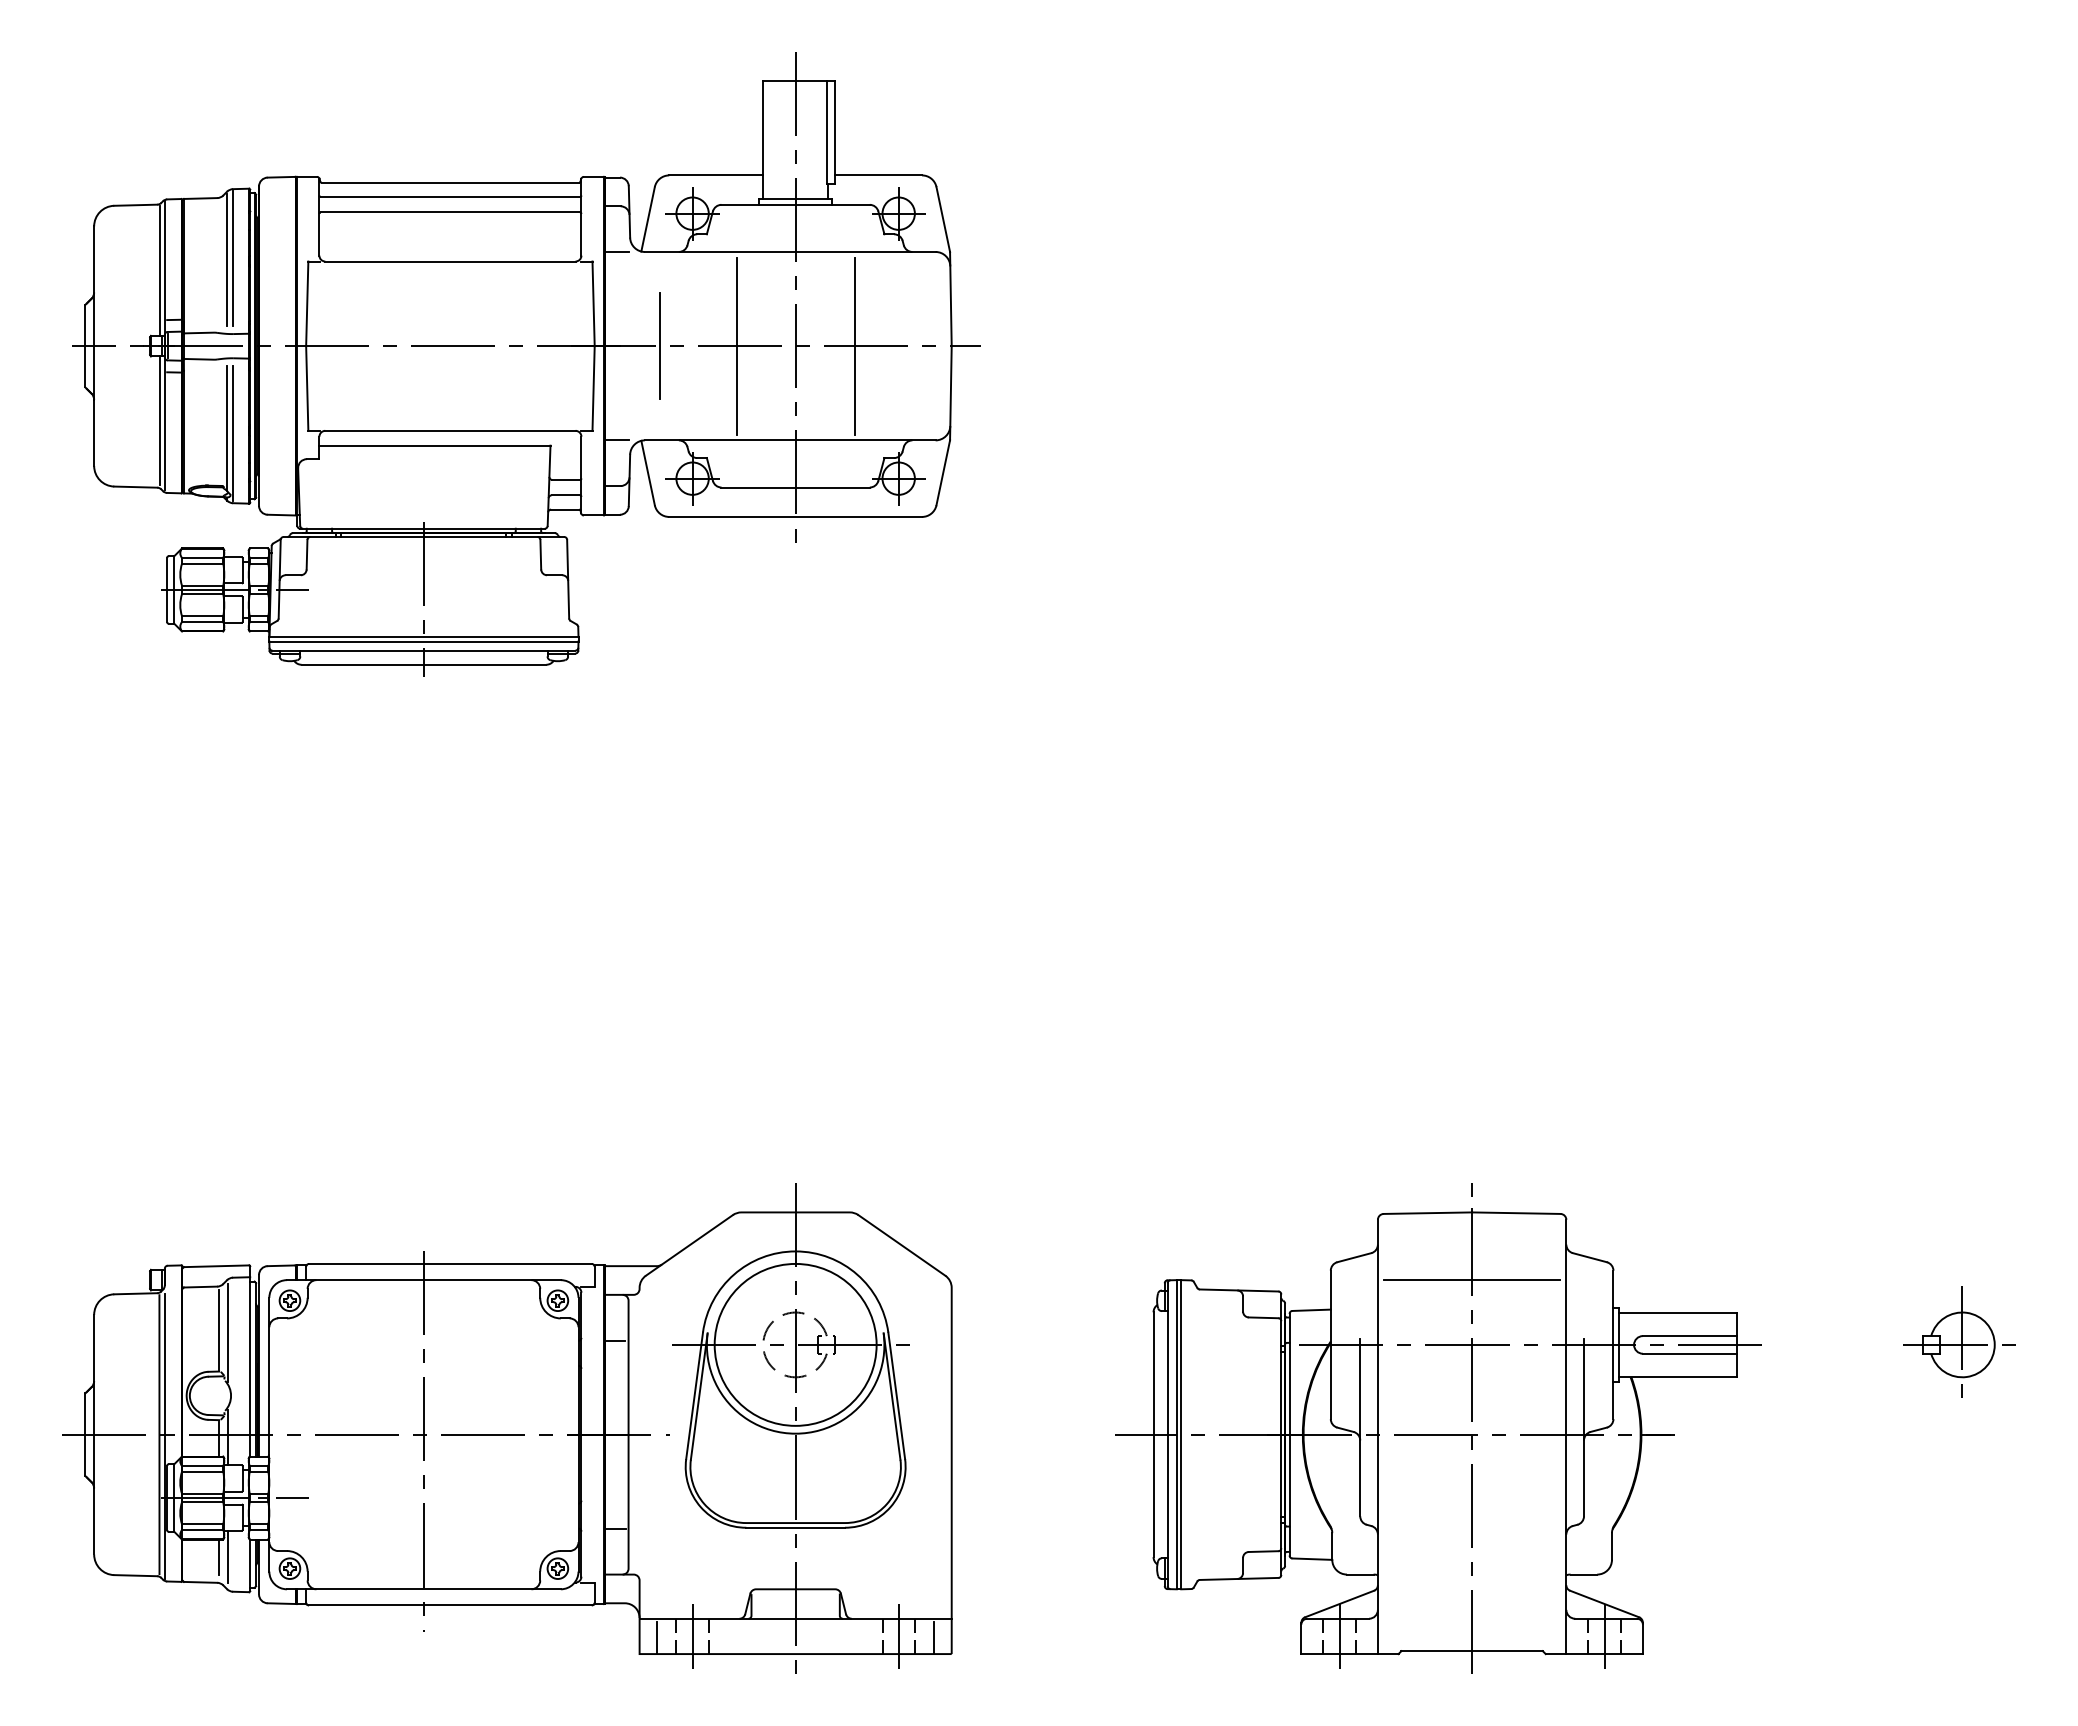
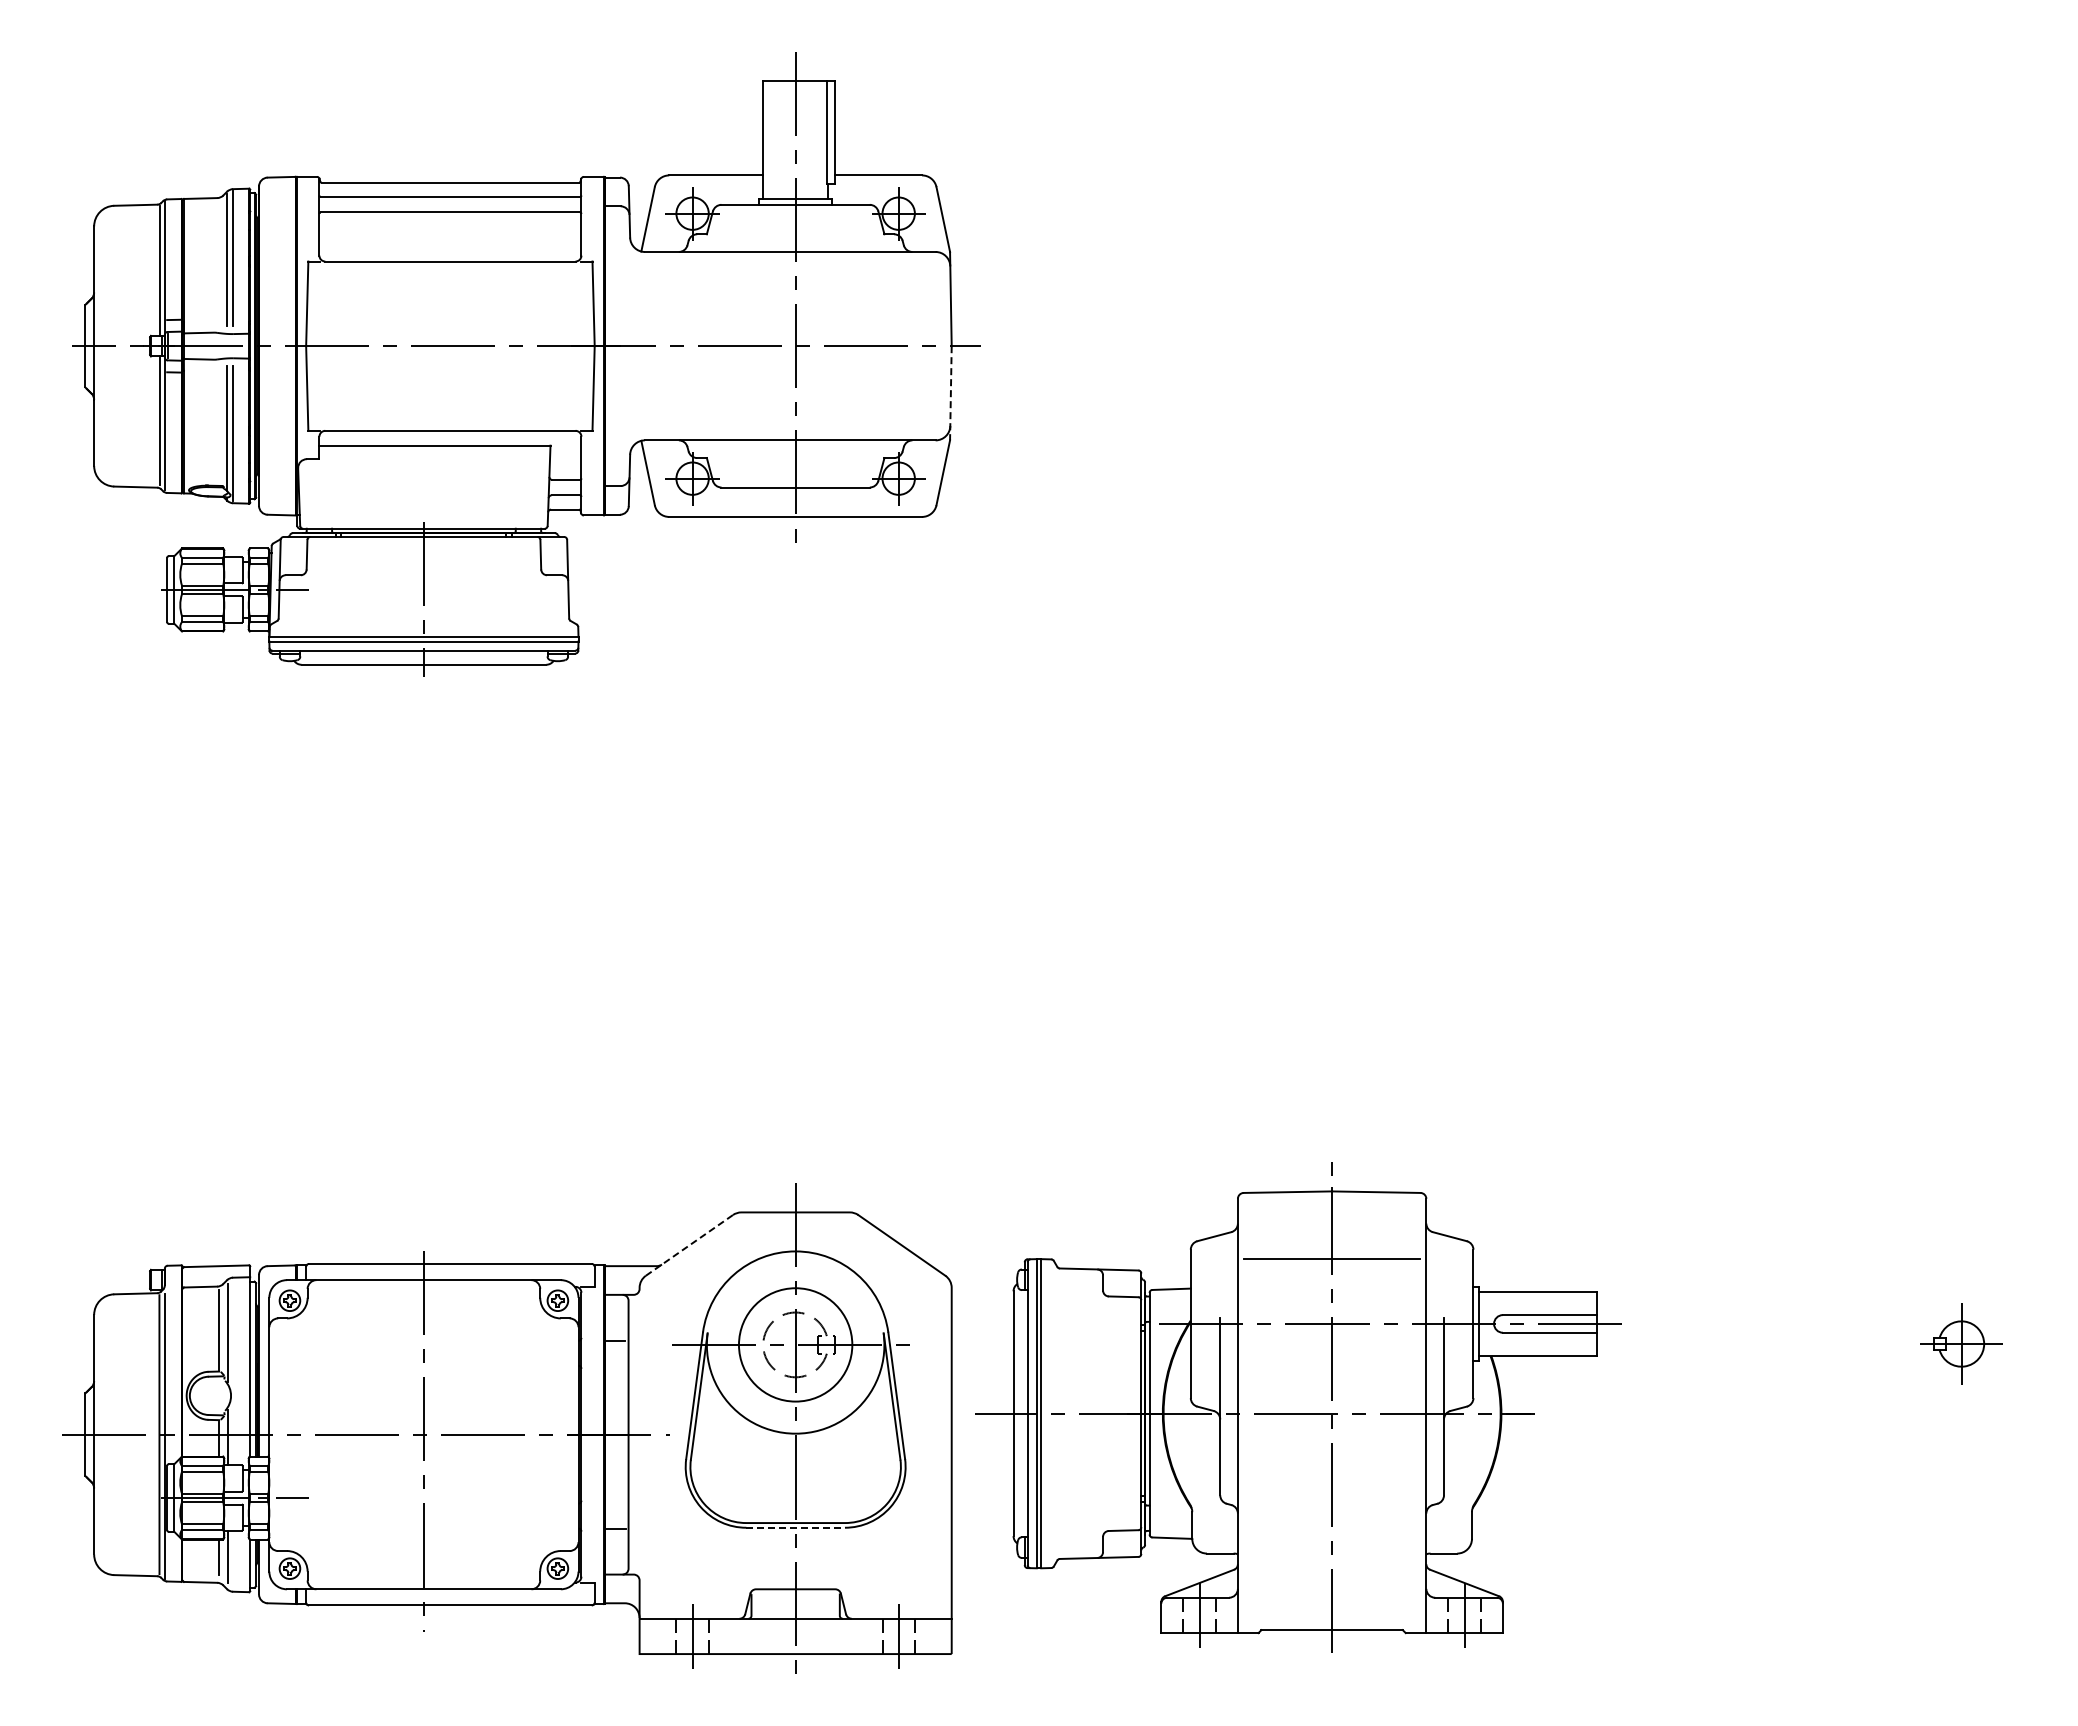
line at (617, 251): present -> none
line at (736, 345): present -> none
line at (854, 345): present -> none
line at (659, 346): present -> none
line at (950, 393): solid -> dashed
line at (617, 440): present -> none
line at (689, 1245): solid -> dashed
part at (1959, 1341) size: 113x112 px -> 83x82 px
circle at (795, 1344) diameter: 162 px -> 113 px
part at (1438, 1428) position: (1438, 1428) -> (1298, 1407)
line at (796, 1527): solid -> dashed
line at (657, 1637): present -> none
line at (934, 1637): present -> none
